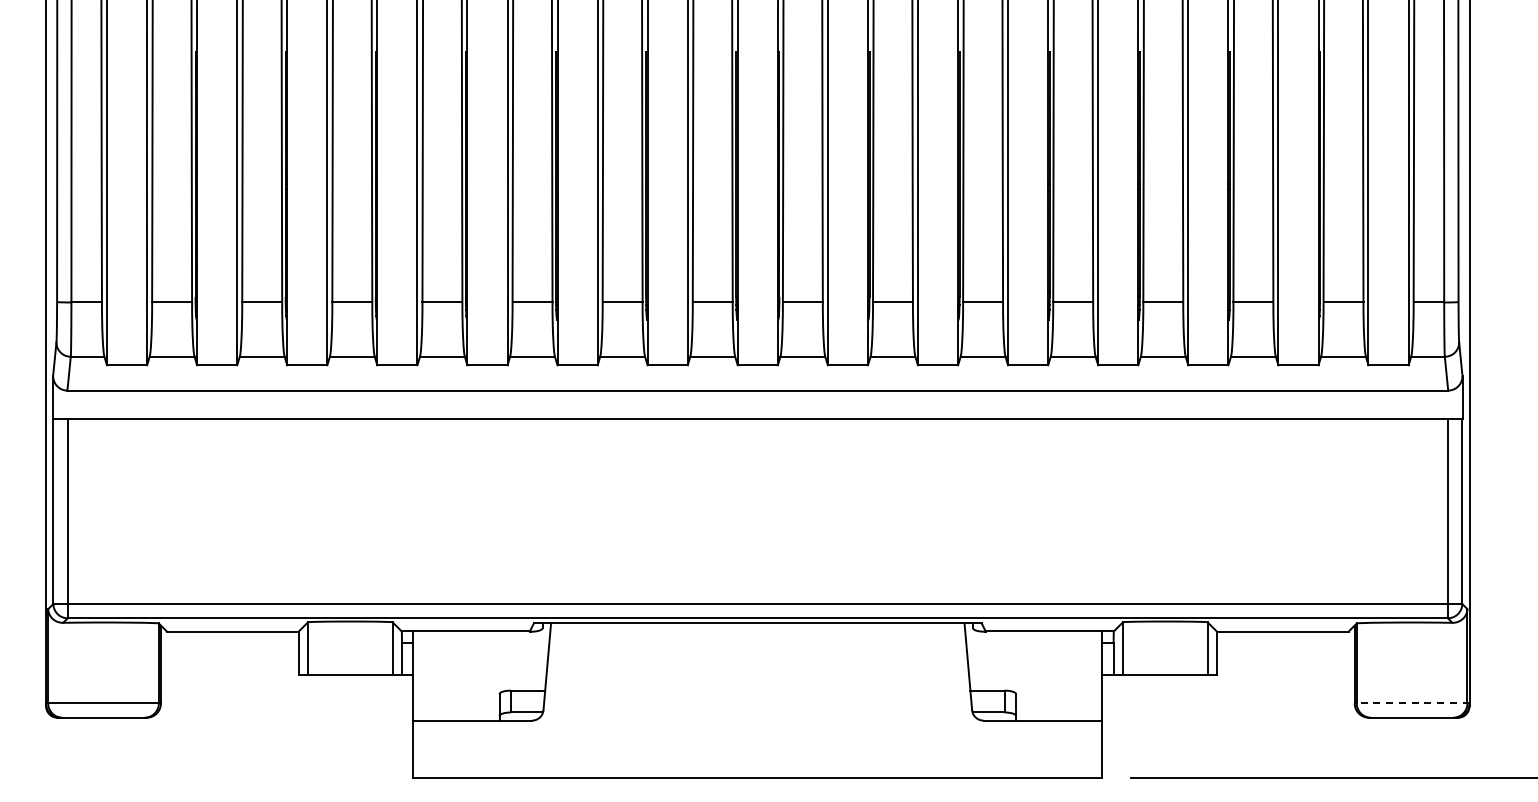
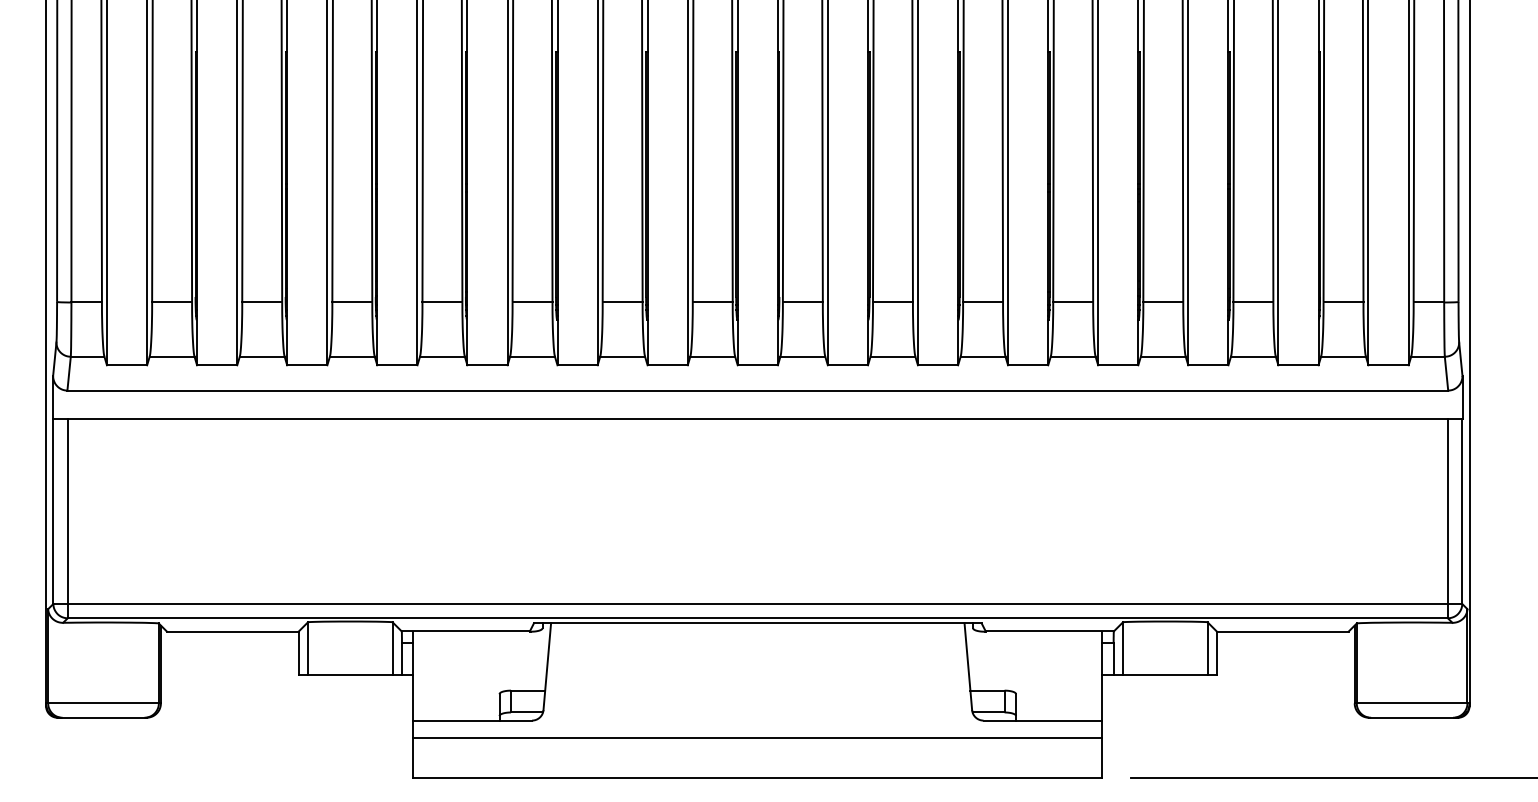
line at (1411, 703): dashed -> solid
line at (757, 737): none -> present
